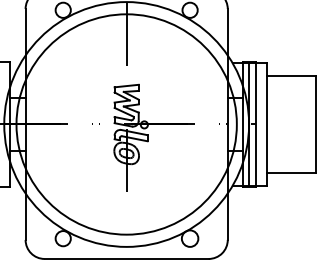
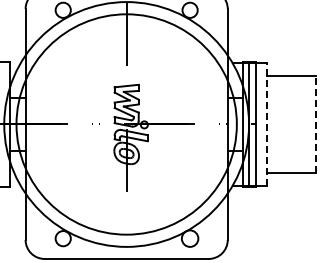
line at (267, 124): solid -> dashed
line at (315, 124): solid -> dashed
